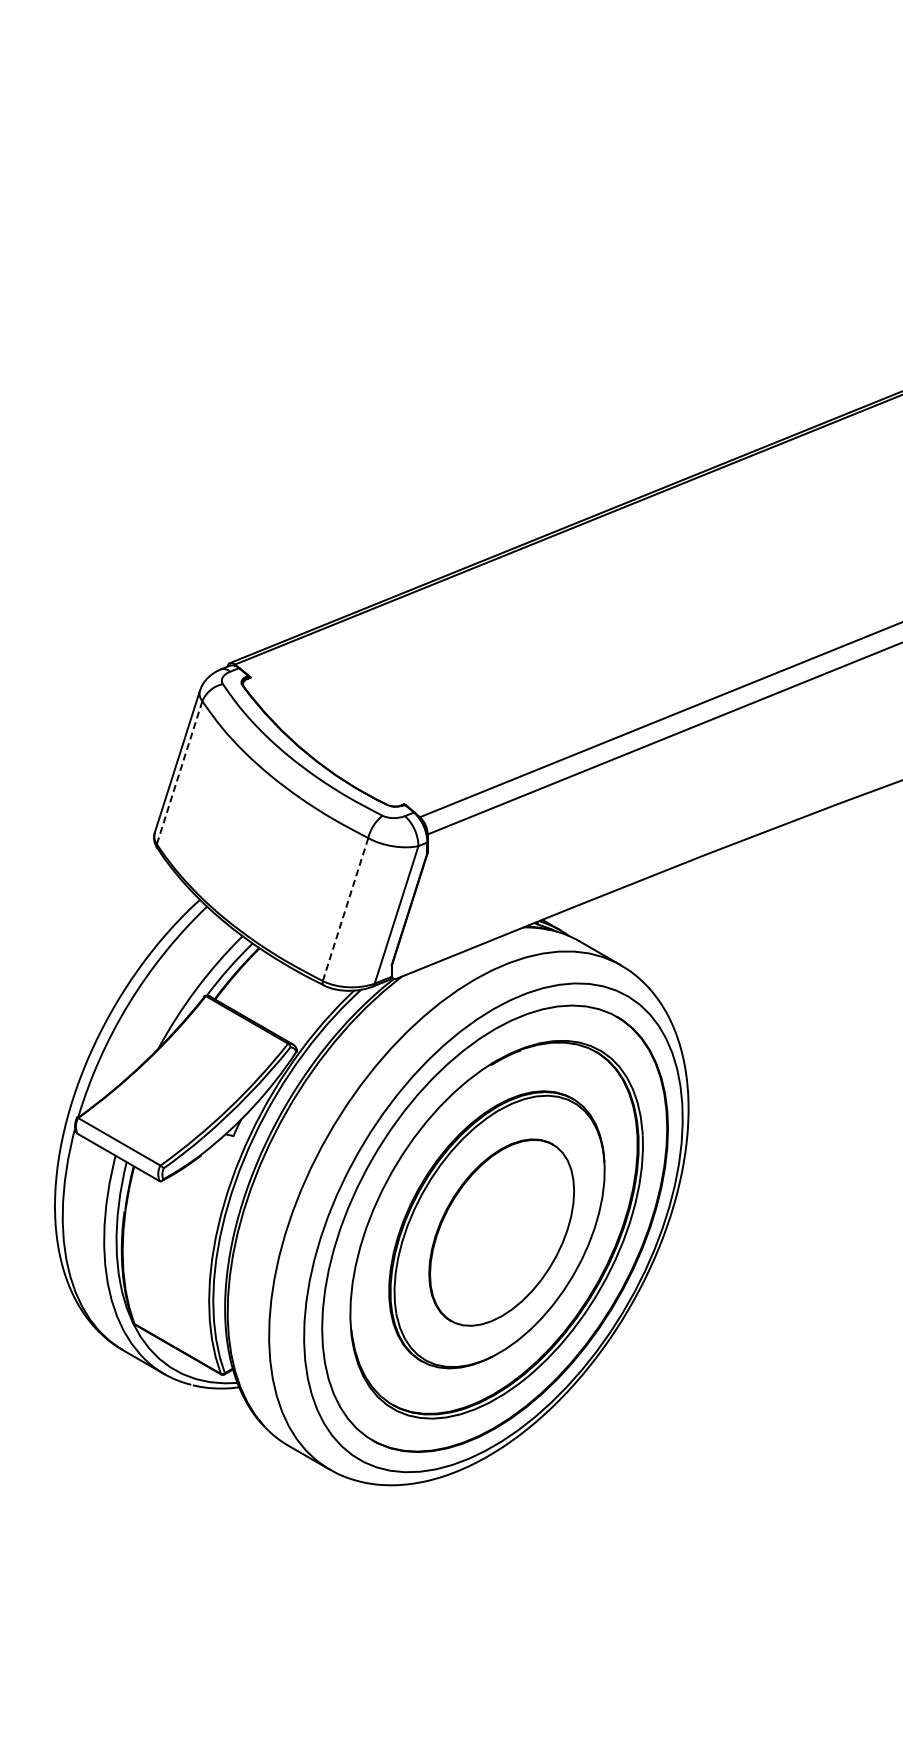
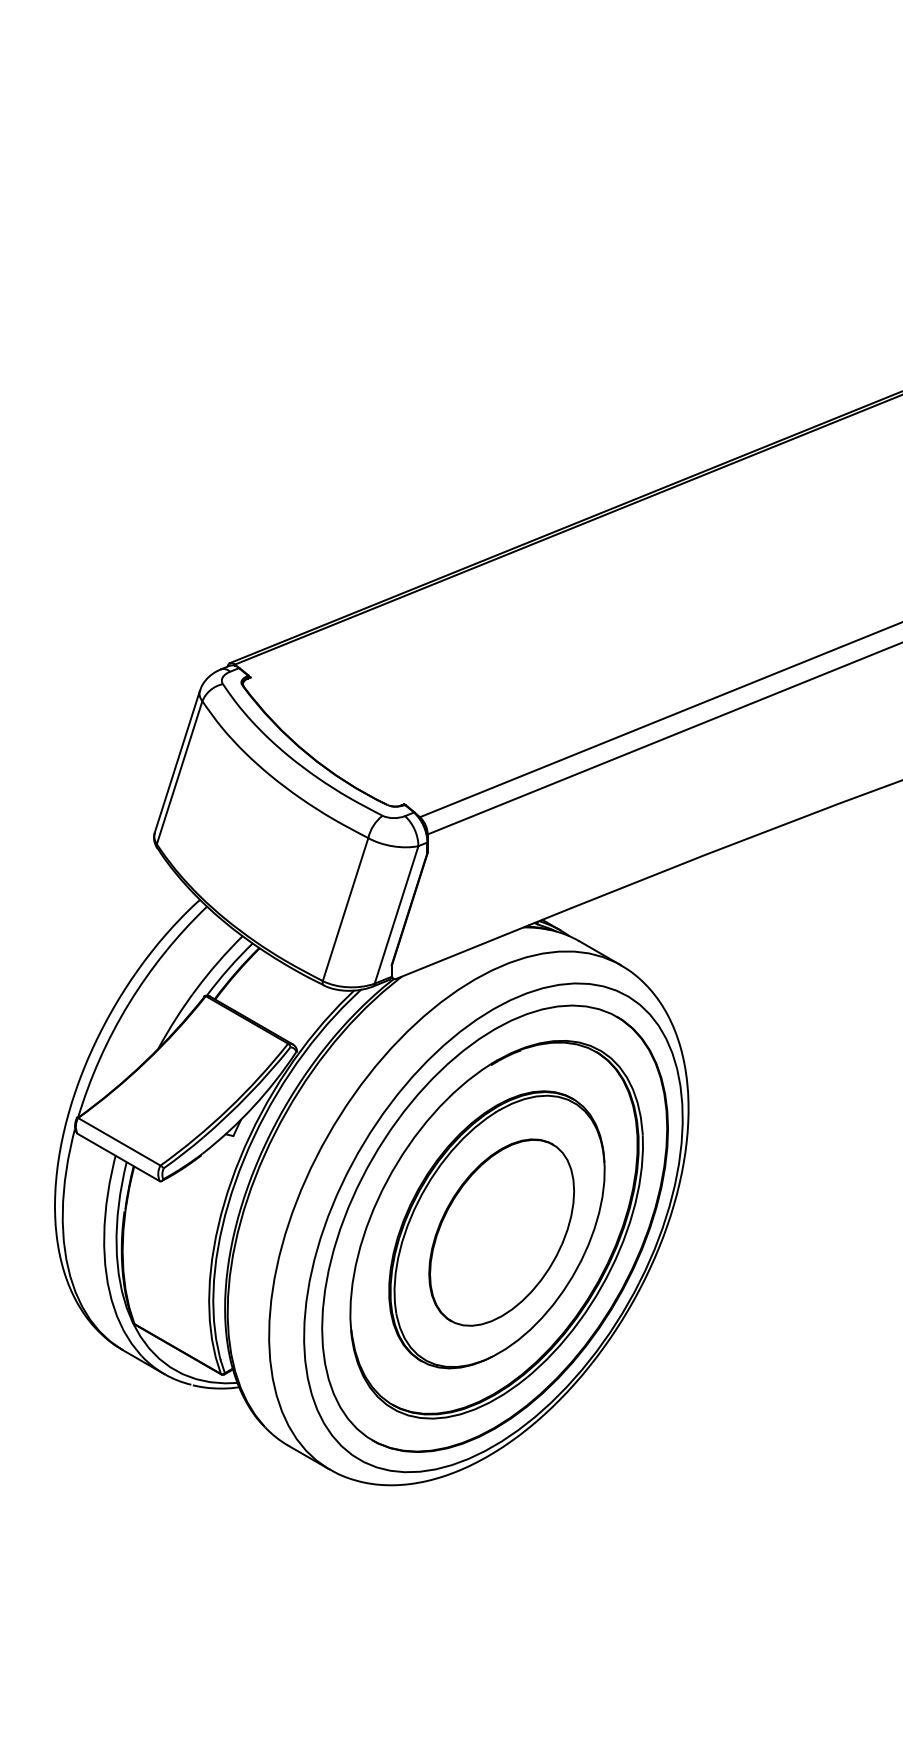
line at (179, 773): dashed -> solid
line at (345, 910): dashed -> solid
